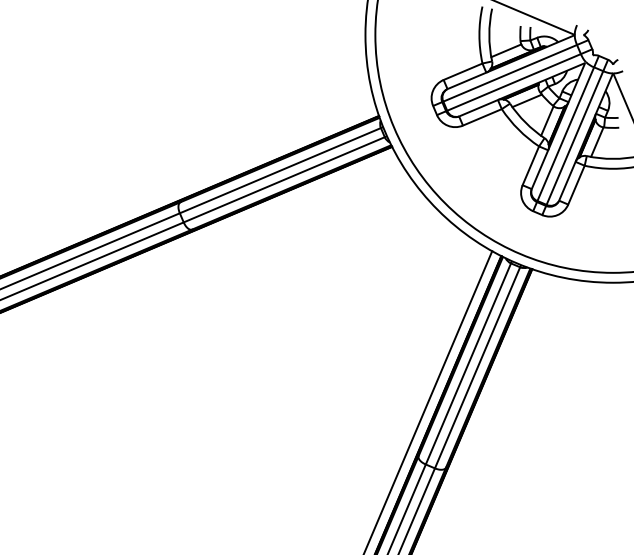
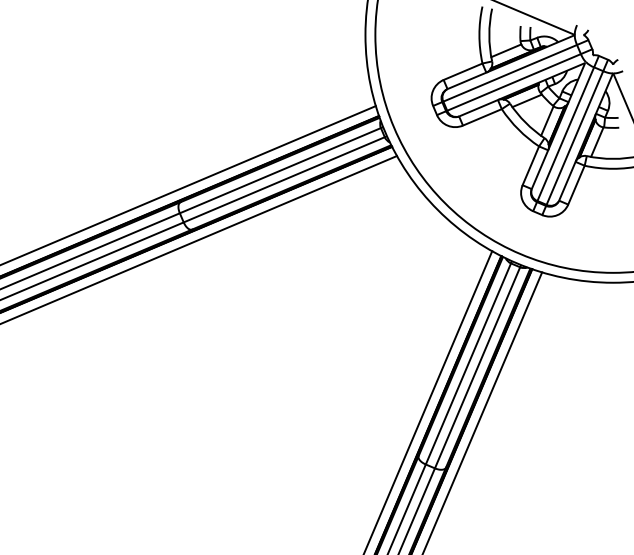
line at (188, 185): none -> present
line at (199, 239): none -> present
line at (482, 411): none -> present
